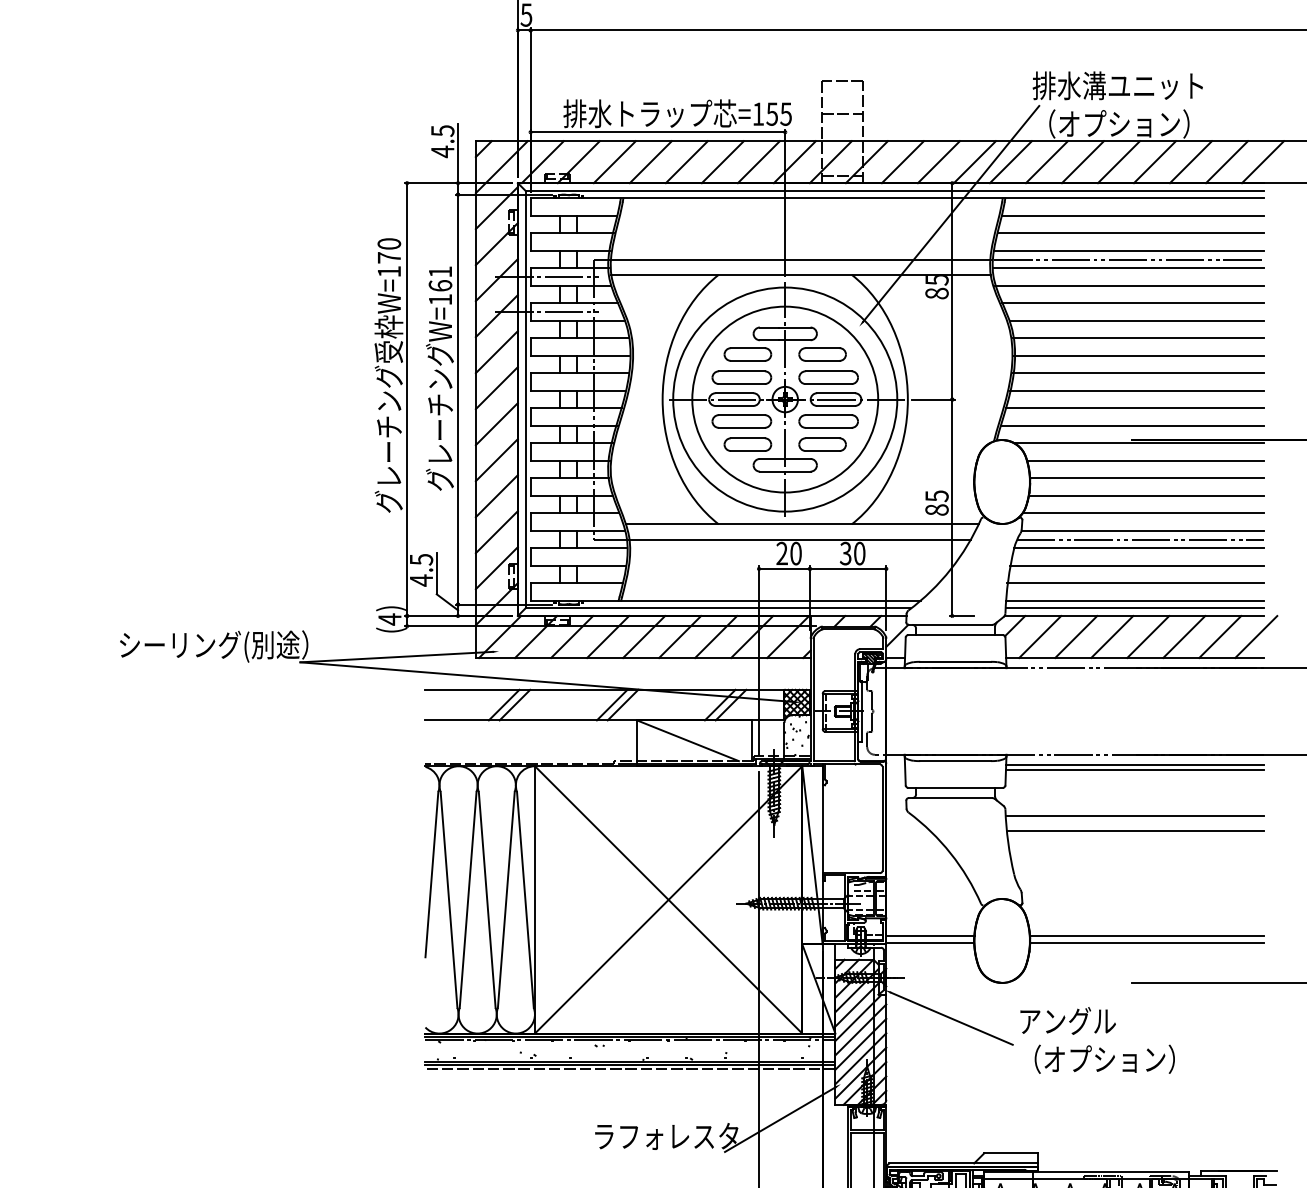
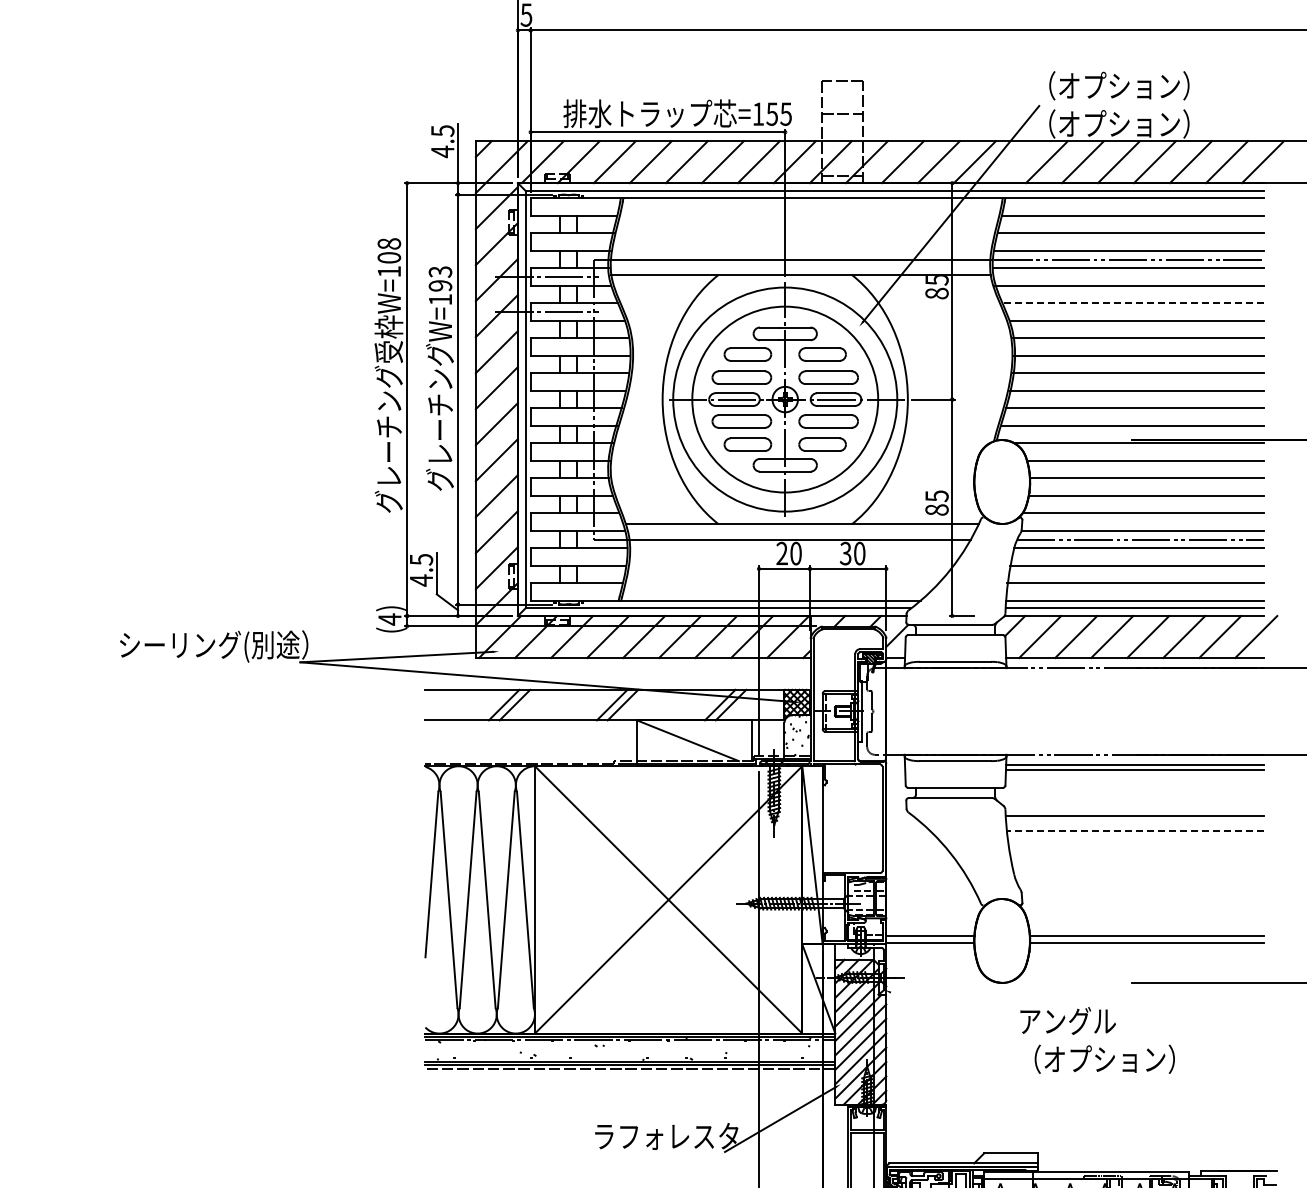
text at (1117, 85): 排水溝ユニット -> （オプション）
line at (1010, 162): present -> none
text at (389, 250): W=170 -> W=108
text at (440, 278): W=161 -> W=193
line at (1132, 303): solid -> dashed
line at (1135, 831): solid -> dashed
line at (951, 1018): present -> none
